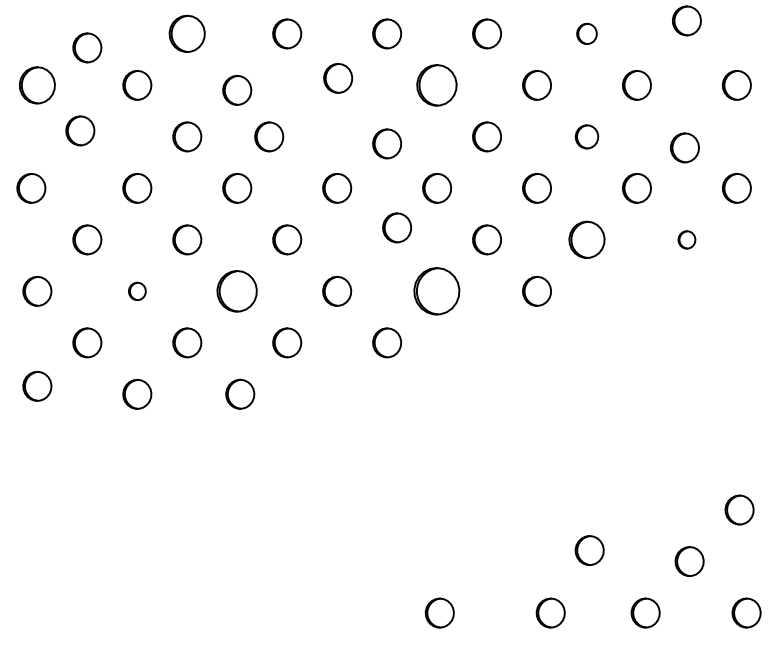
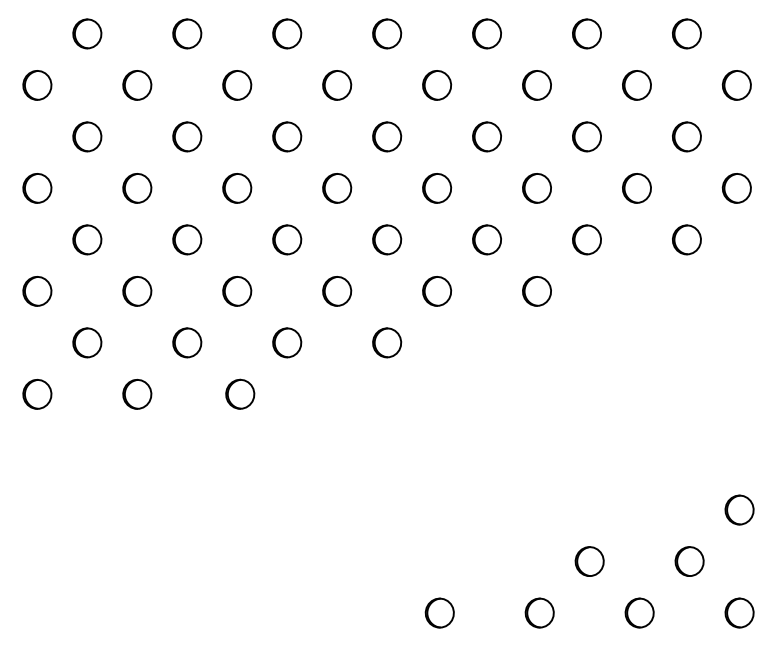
part at (686, 20) position: (686, 20) -> (686, 33)
part at (186, 33) size: 38x39 px -> 31x32 px
part at (586, 33) size: 22x23 px -> 30x32 px
part at (87, 47) position: (87, 47) -> (87, 33)
part at (338, 78) position: (338, 78) -> (337, 85)
part at (36, 85) size: 38x39 px -> 31x31 px
part at (436, 85) size: 42x43 px -> 31x31 px
part at (237, 90) position: (237, 90) -> (237, 85)
part at (80, 130) position: (80, 130) -> (87, 136)
part at (269, 136) position: (269, 136) -> (287, 136)
part at (586, 136) size: 26x26 px -> 30x32 px
part at (387, 143) position: (387, 143) -> (387, 136)
part at (684, 147) position: (684, 147) -> (686, 136)
part at (31, 188) position: (31, 188) -> (37, 188)
part at (397, 227) position: (397, 227) -> (387, 239)
part at (586, 239) size: 38x39 px -> 30x32 px
part at (686, 239) size: 20x20 px -> 30x32 px
part at (137, 290) size: 19x20 px -> 31x31 px
part at (236, 291) size: 42x43 px -> 31x31 px
part at (436, 291) size: 48x49 px -> 31x31 px
part at (37, 386) position: (37, 386) -> (37, 394)
part at (589, 550) position: (589, 550) -> (589, 561)
part at (550, 612) position: (550, 612) -> (539, 612)
part at (645, 612) position: (645, 612) -> (639, 612)
part at (746, 612) position: (746, 612) -> (739, 612)
